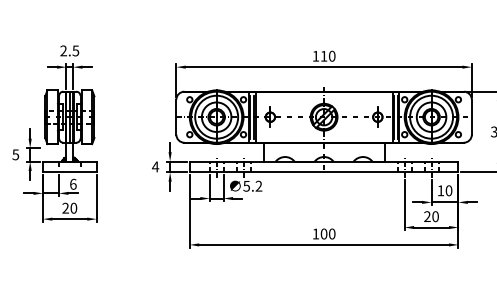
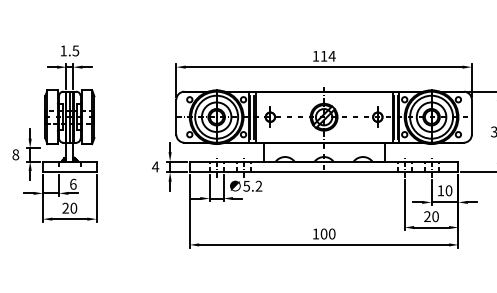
text at (63, 50): 2.5 -> 1.5
text at (331, 55): 110 -> 114
text at (15, 154): 5 -> 8
